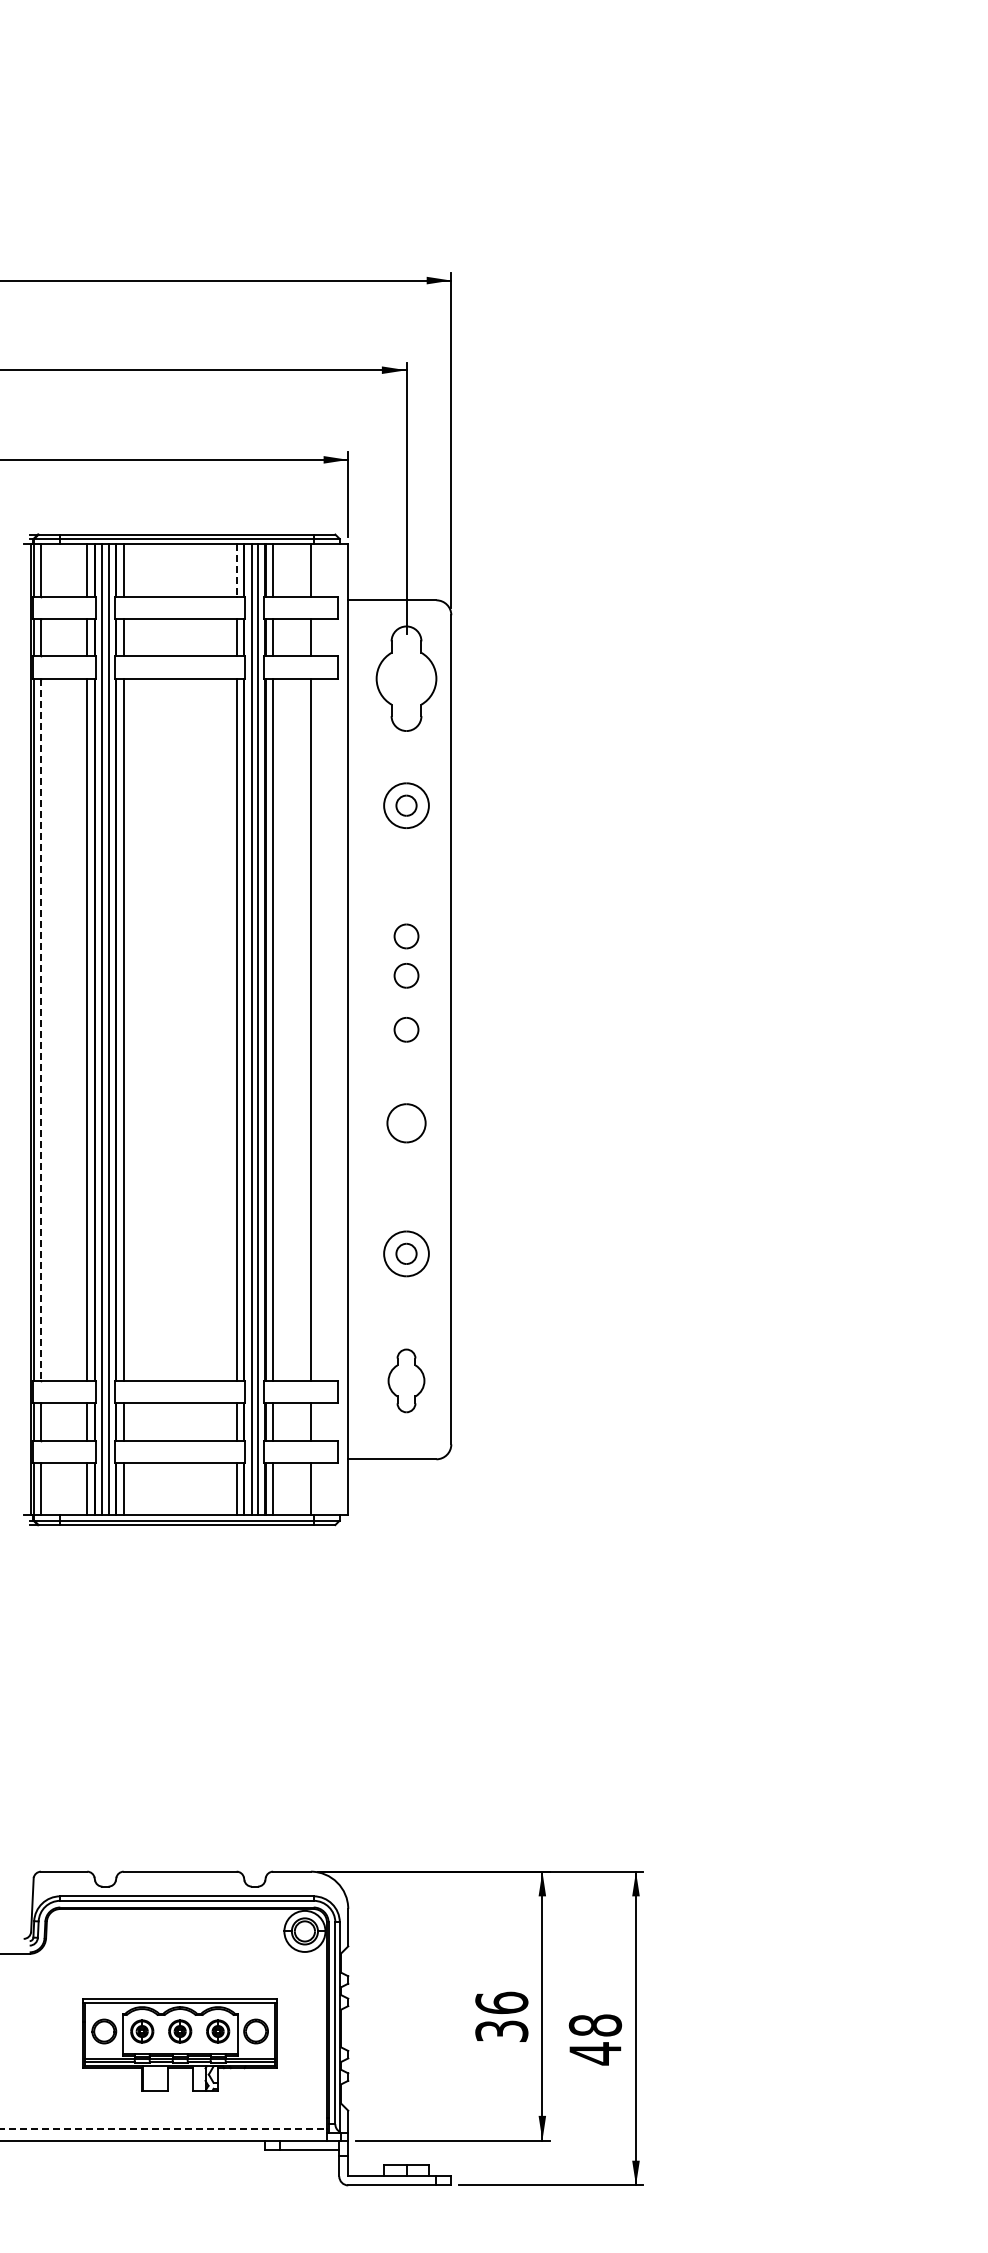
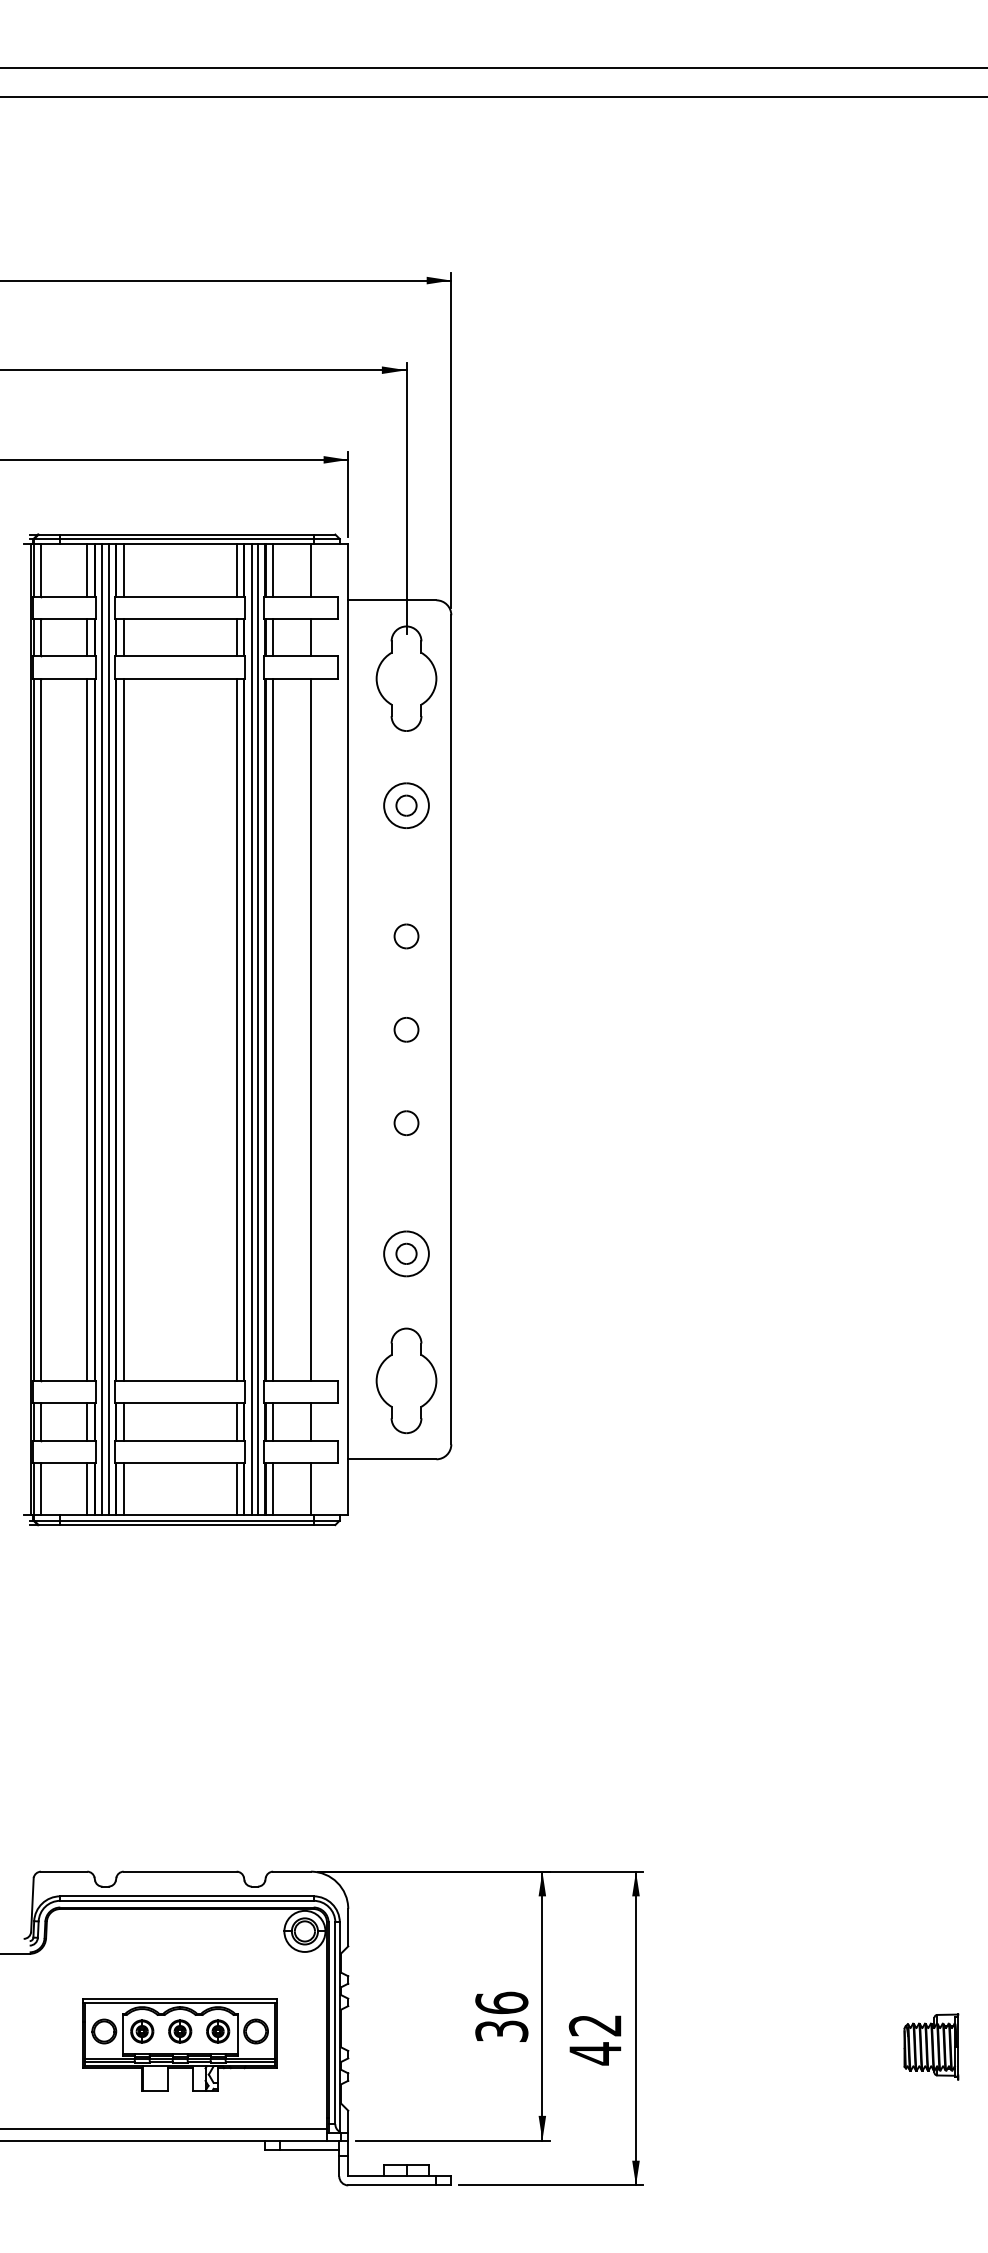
line at (493, 67): none -> present
line at (493, 97): none -> present
line at (236, 570): dashed -> solid
part at (406, 975): present -> none
line at (41, 1030): dashed -> solid
part at (406, 1123) size: 41x41 px -> 27x26 px
part at (406, 1380) size: 39x66 px -> 63x108 px
text at (595, 2025): 48 -> 42
part at (931, 2046): none -> present
line at (164, 2129): dashed -> solid
